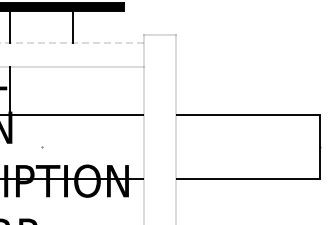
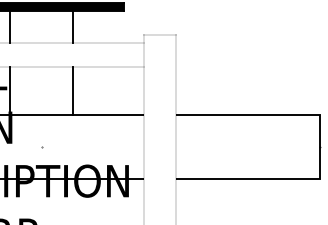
line at (72, 42): dashed -> solid
line at (73, 90): none -> present
